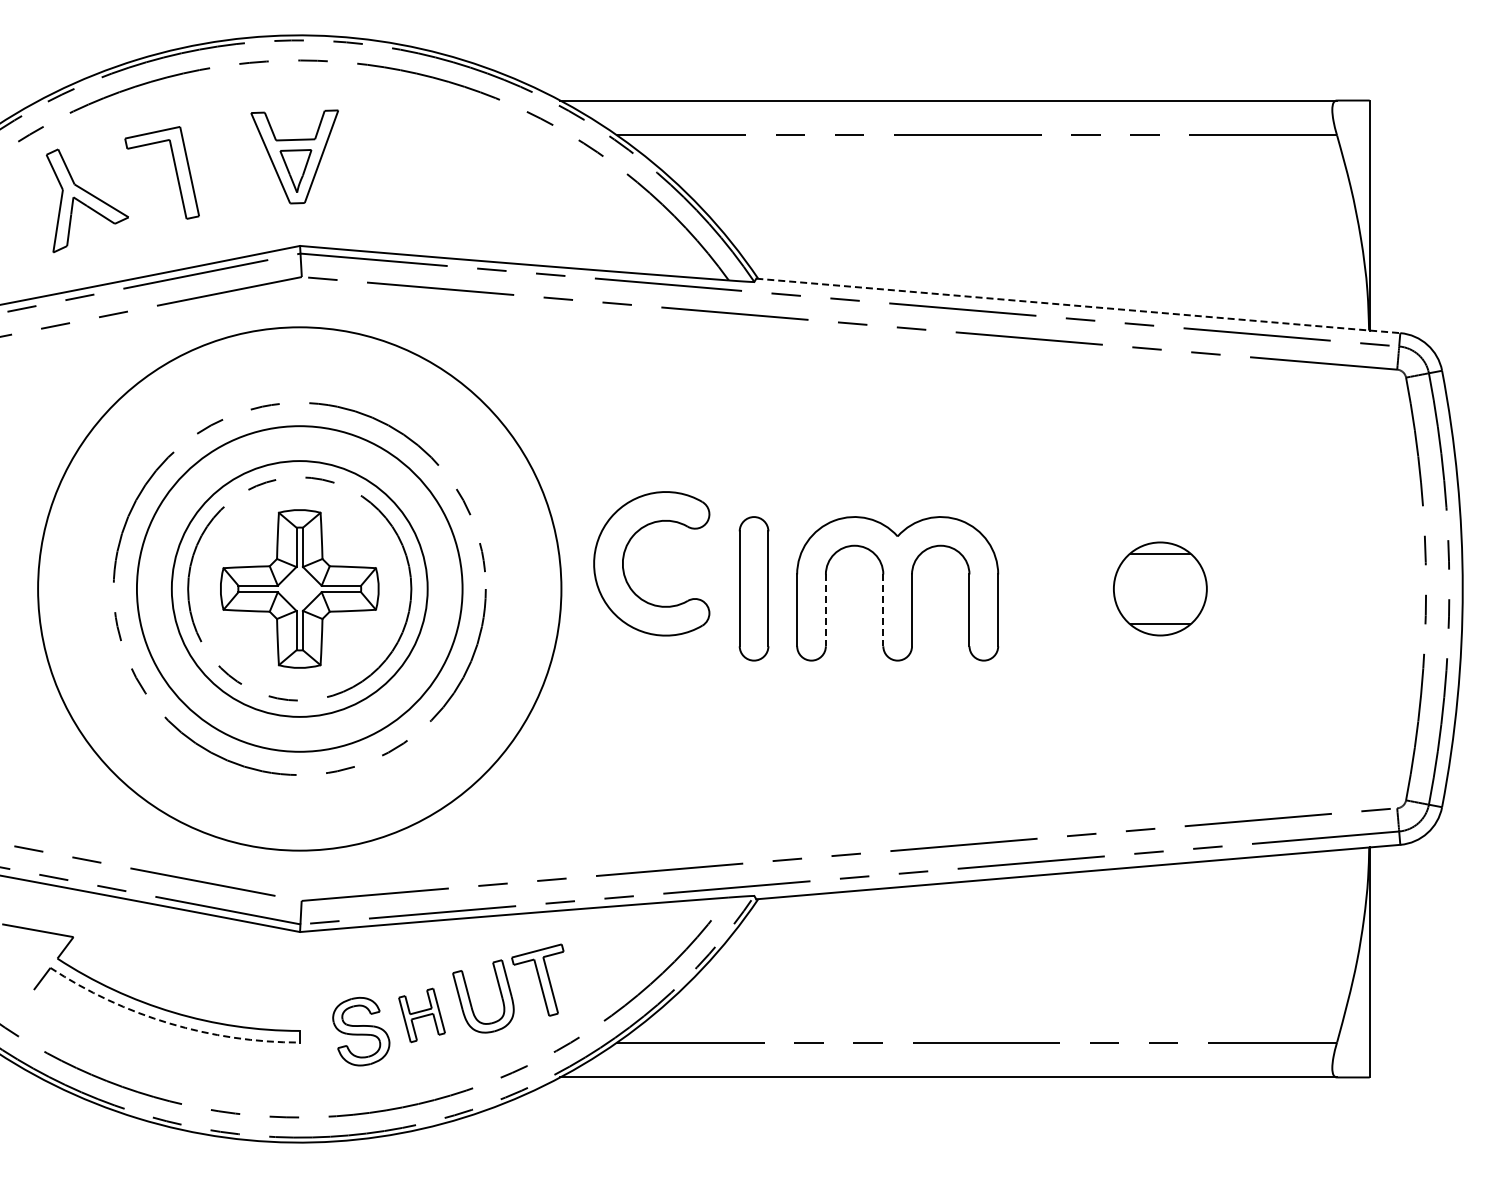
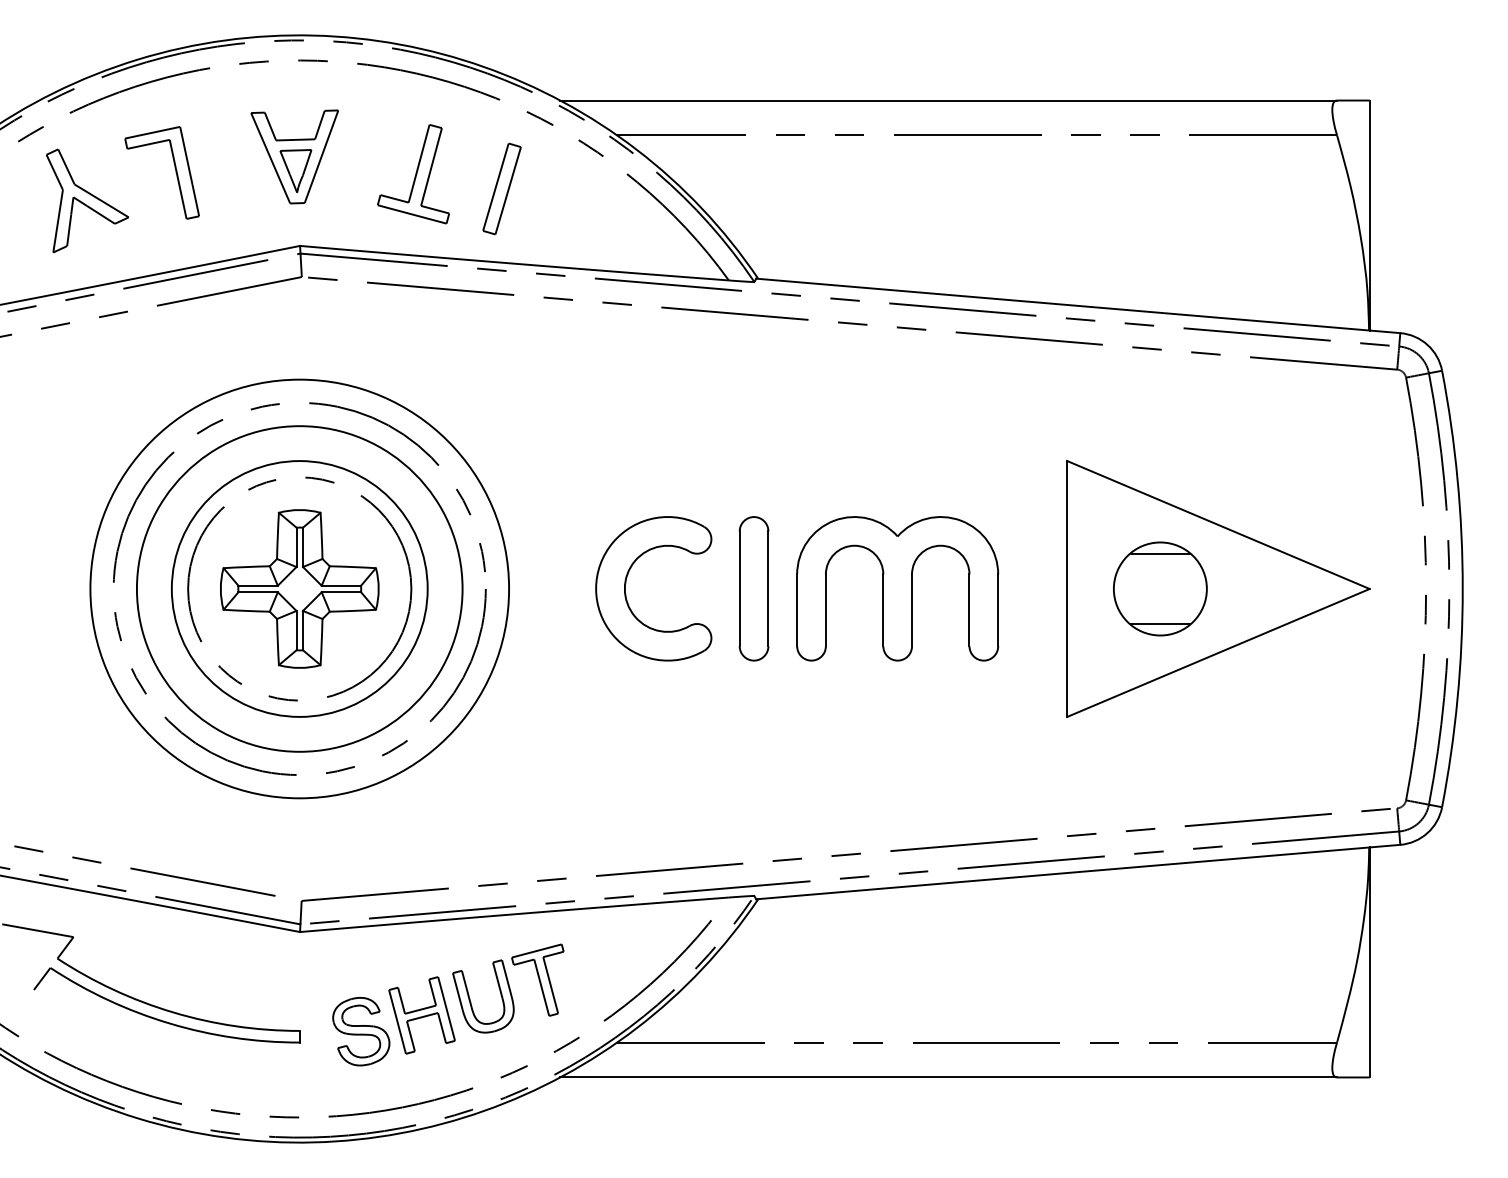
part at (413, 174): none -> present
part at (501, 188): none -> present
line at (1078, 305): dashed -> solid
part at (624, 558) position: (624, 558) -> (626, 583)
circle at (299, 588) diameter: 523 px -> 419 px
part at (1218, 588): none -> present
line at (825, 610): dashed -> solid
line at (883, 610): dashed -> solid
part at (421, 1015) size: 48x57 px -> 68x79 px
arc at (169, 1023): dashed -> solid
